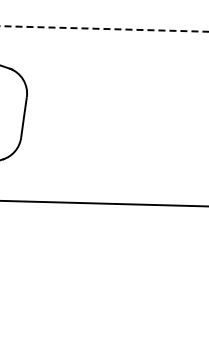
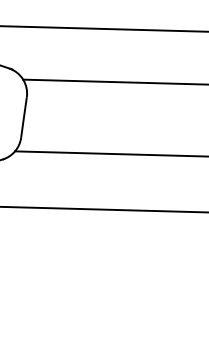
line at (104, 28): dashed -> solid
line at (114, 81): none -> present
line at (110, 153): none -> present
line at (103, 203) position: (103, 203) -> (103, 209)
